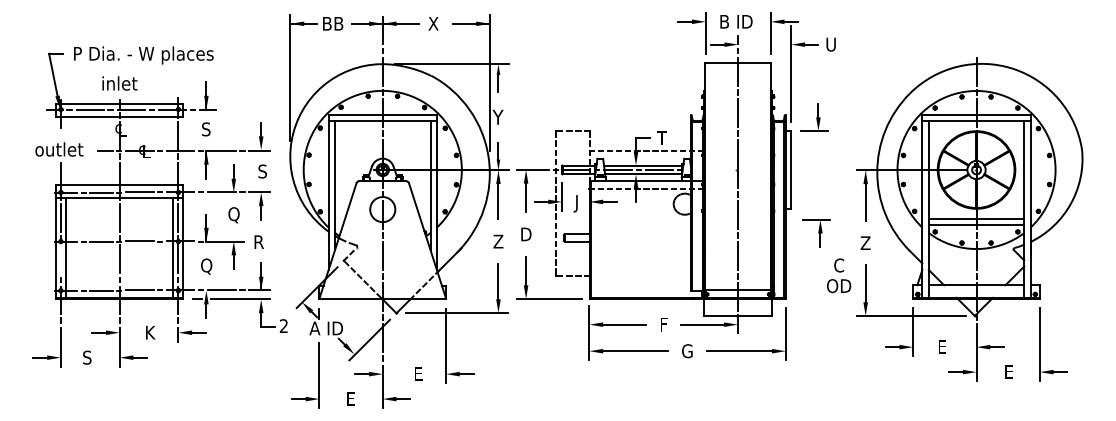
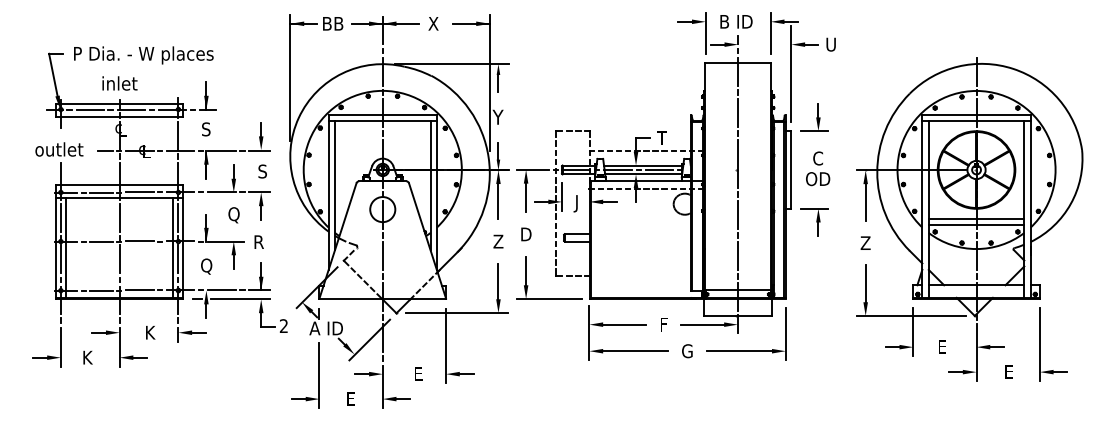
part at (816, 233) position: (816, 233) -> (814, 222)
line at (60, 259): none -> present
text at (839, 275) position: (839, 275) -> (818, 168)
text at (87, 357): S -> K
